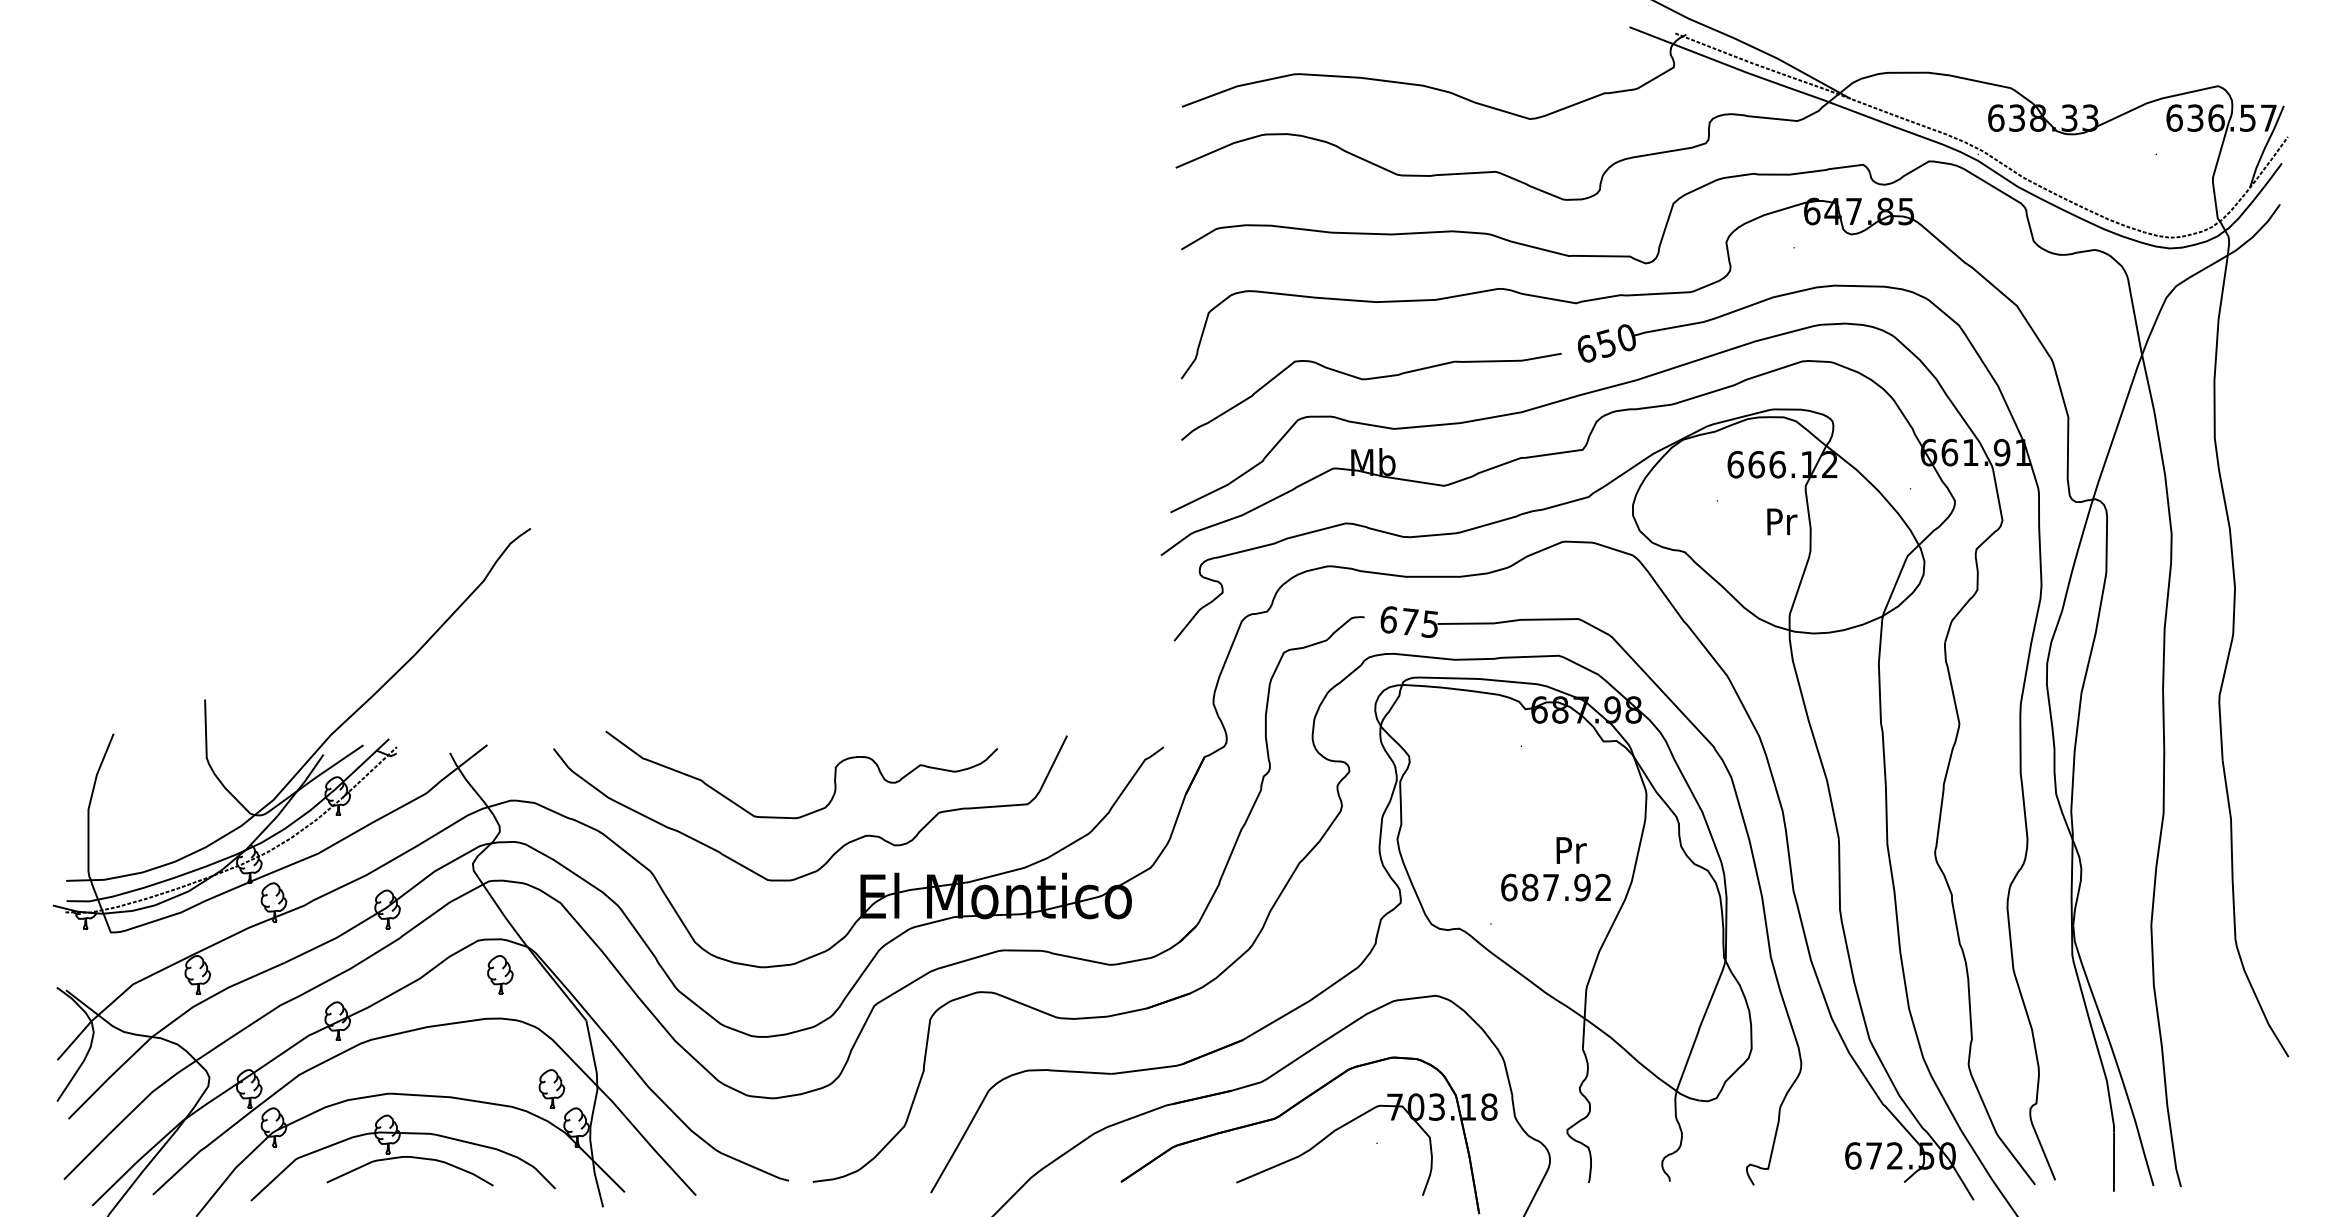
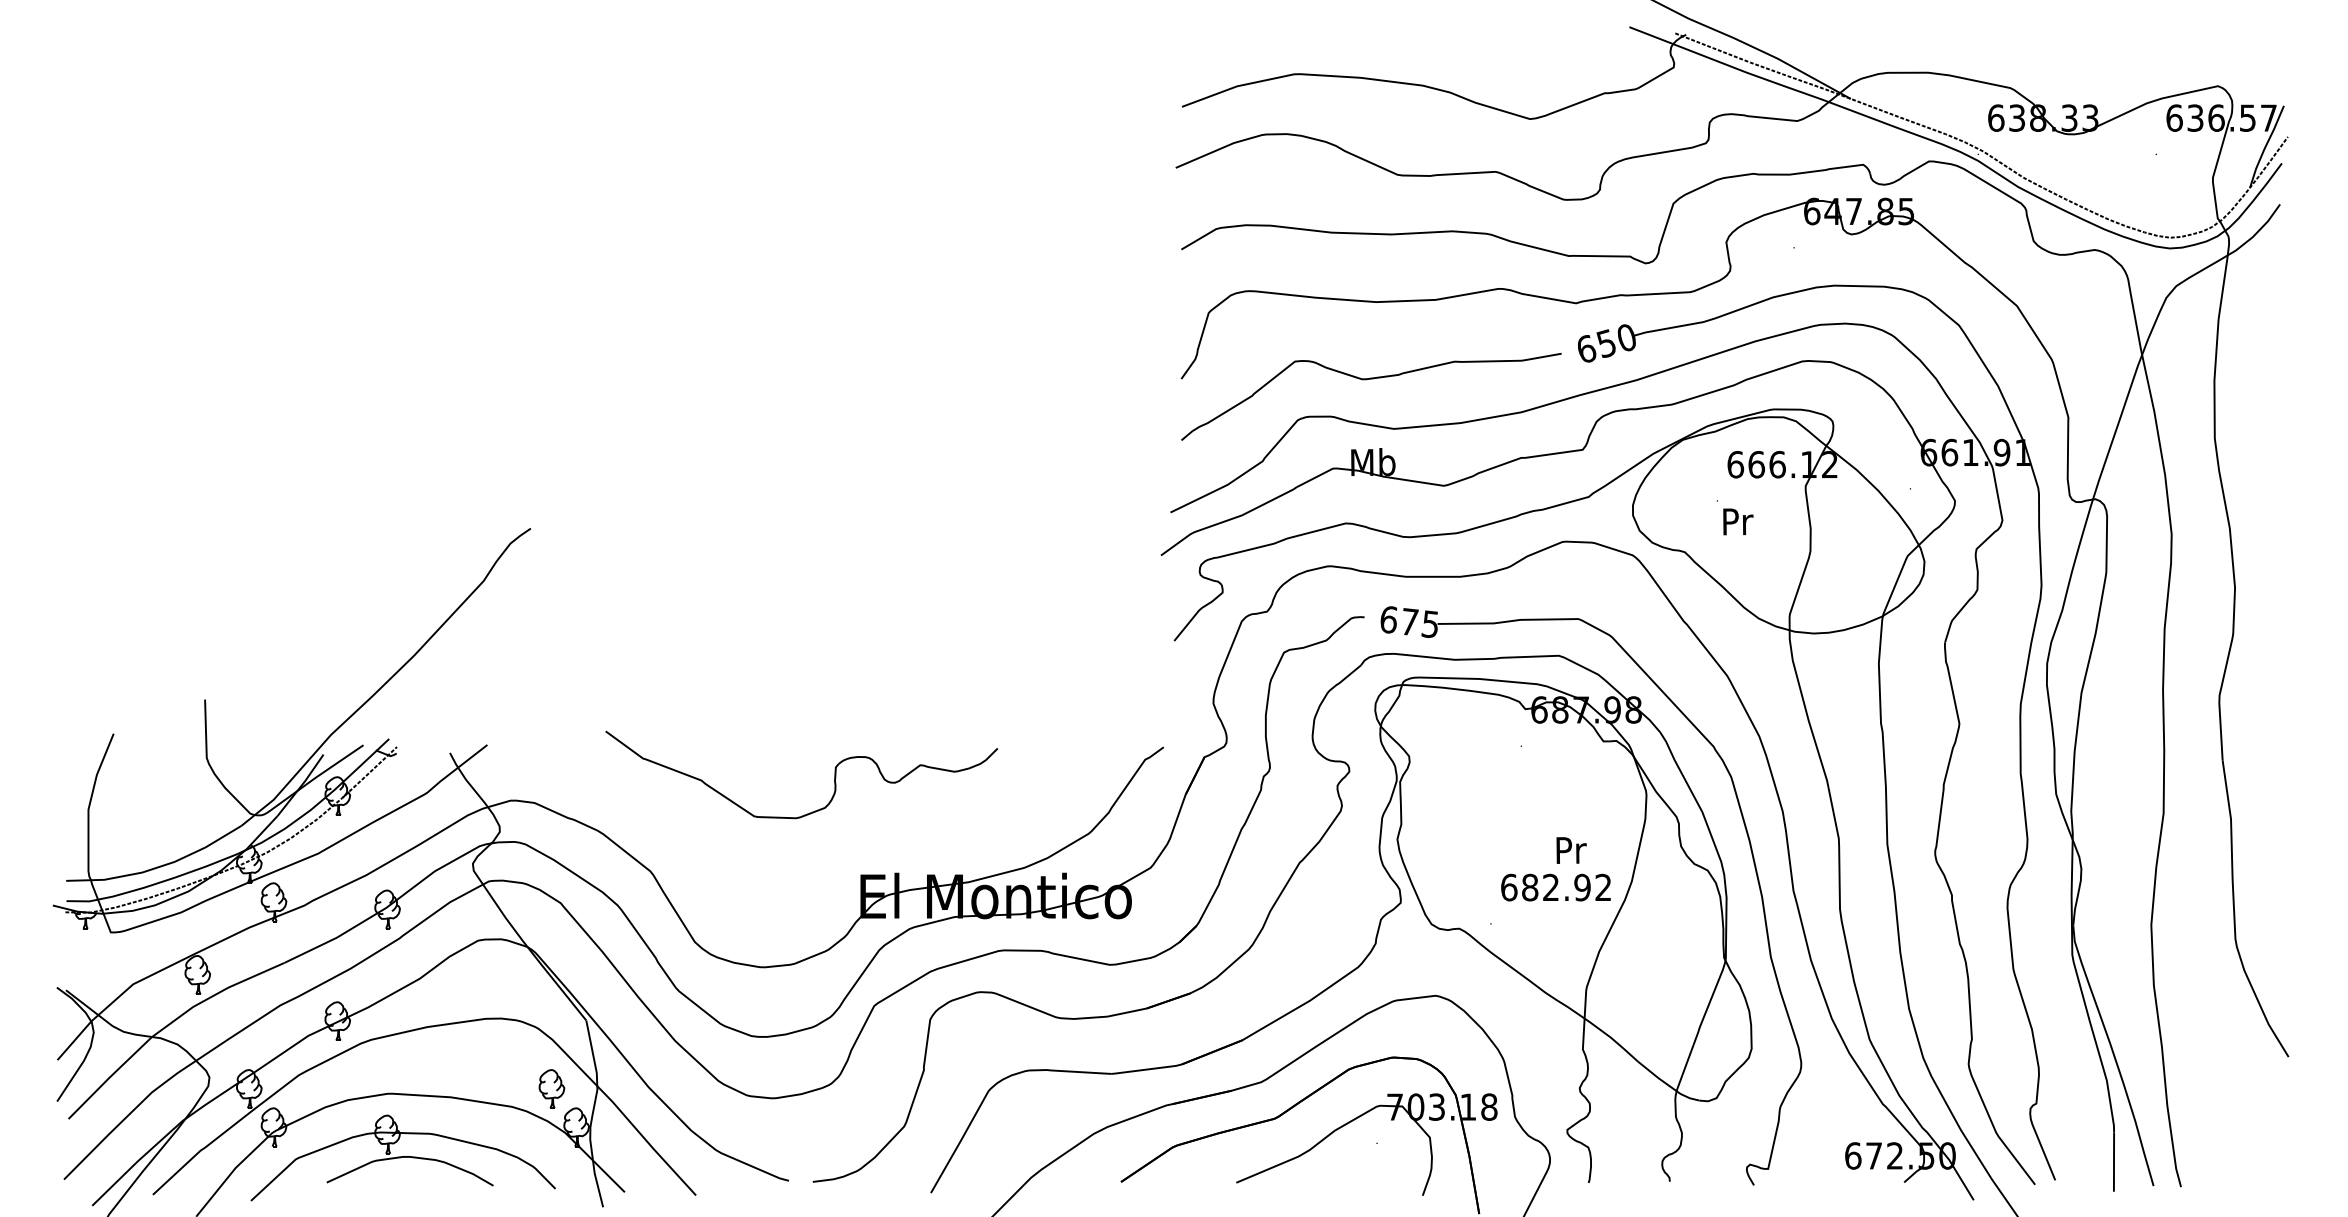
text at (1782, 521) position: (1782, 521) -> (1738, 521)
curve at (843, 844): present -> none
text at (1550, 886): 687.92 -> 682.92
part at (500, 974): present -> none
